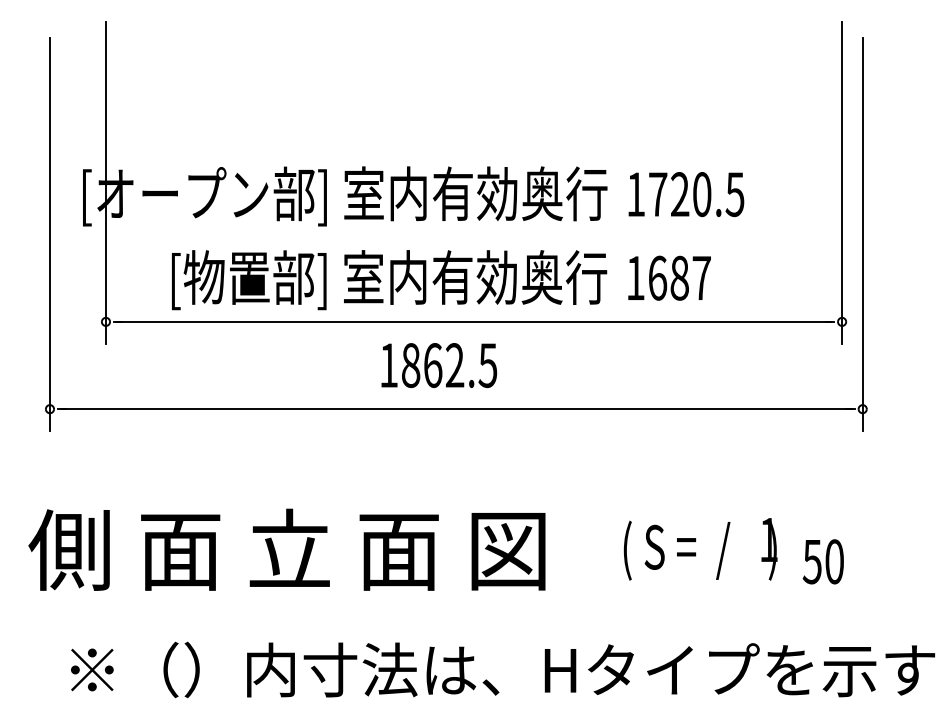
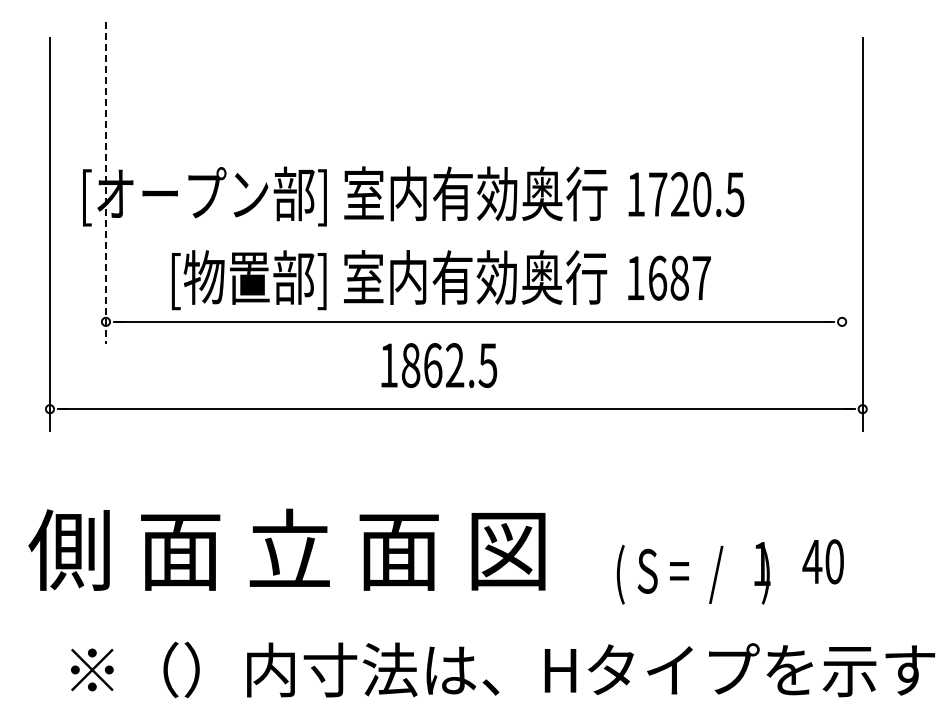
line at (842, 182): present -> none
line at (105, 183): solid -> dashed
text at (700, 549) position: (700, 549) -> (693, 573)
text at (812, 562): 50 -> 40
